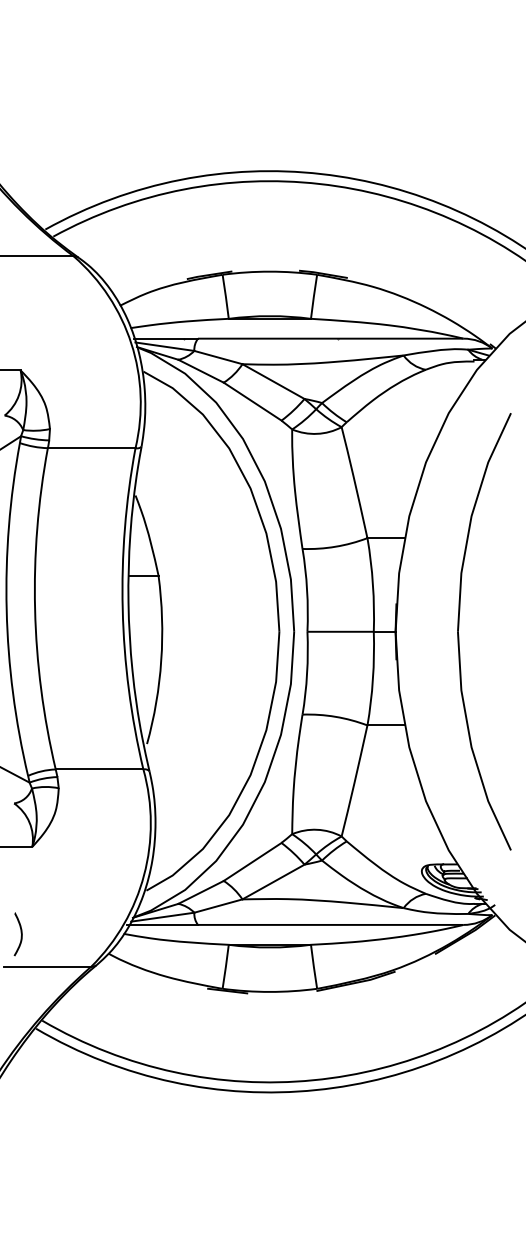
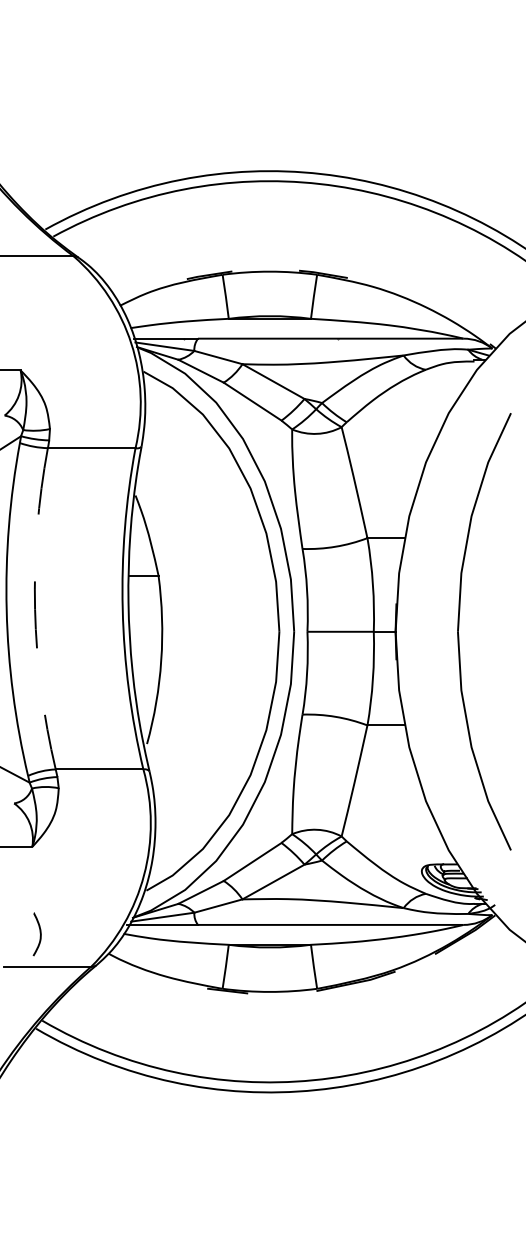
arc at (35, 609): solid -> dashed
curve at (20, 933) position: (20, 933) -> (39, 933)
